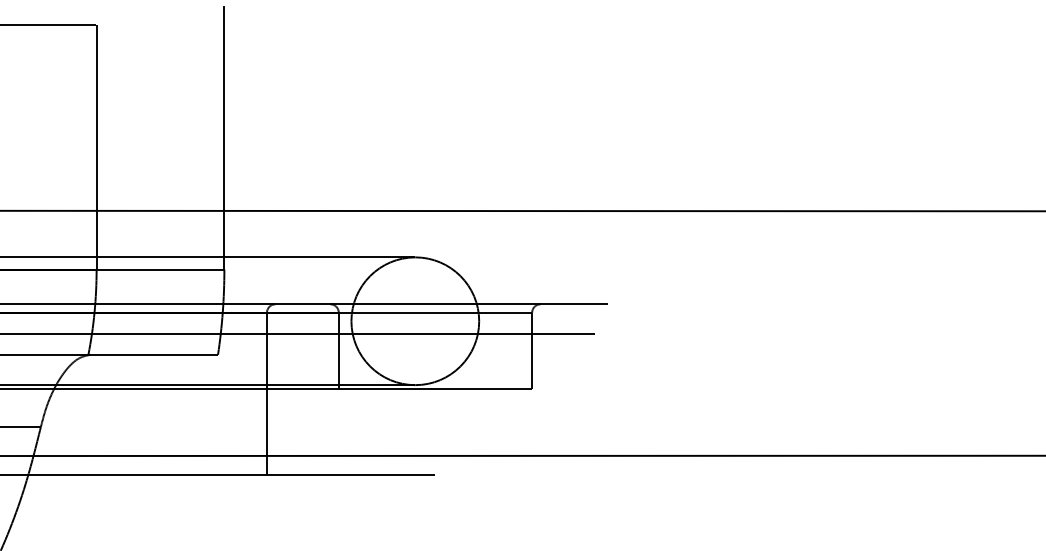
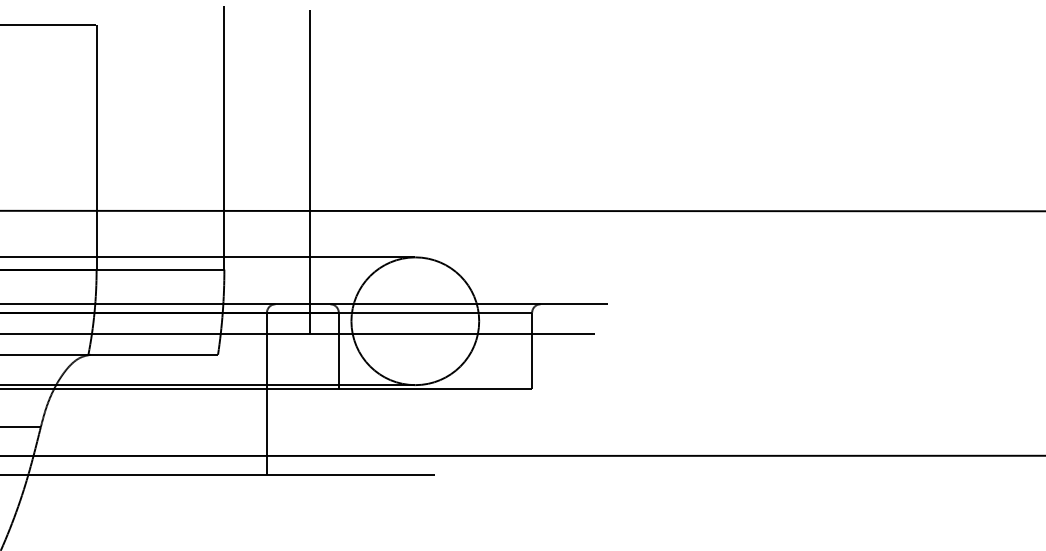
line at (309, 172): none -> present
